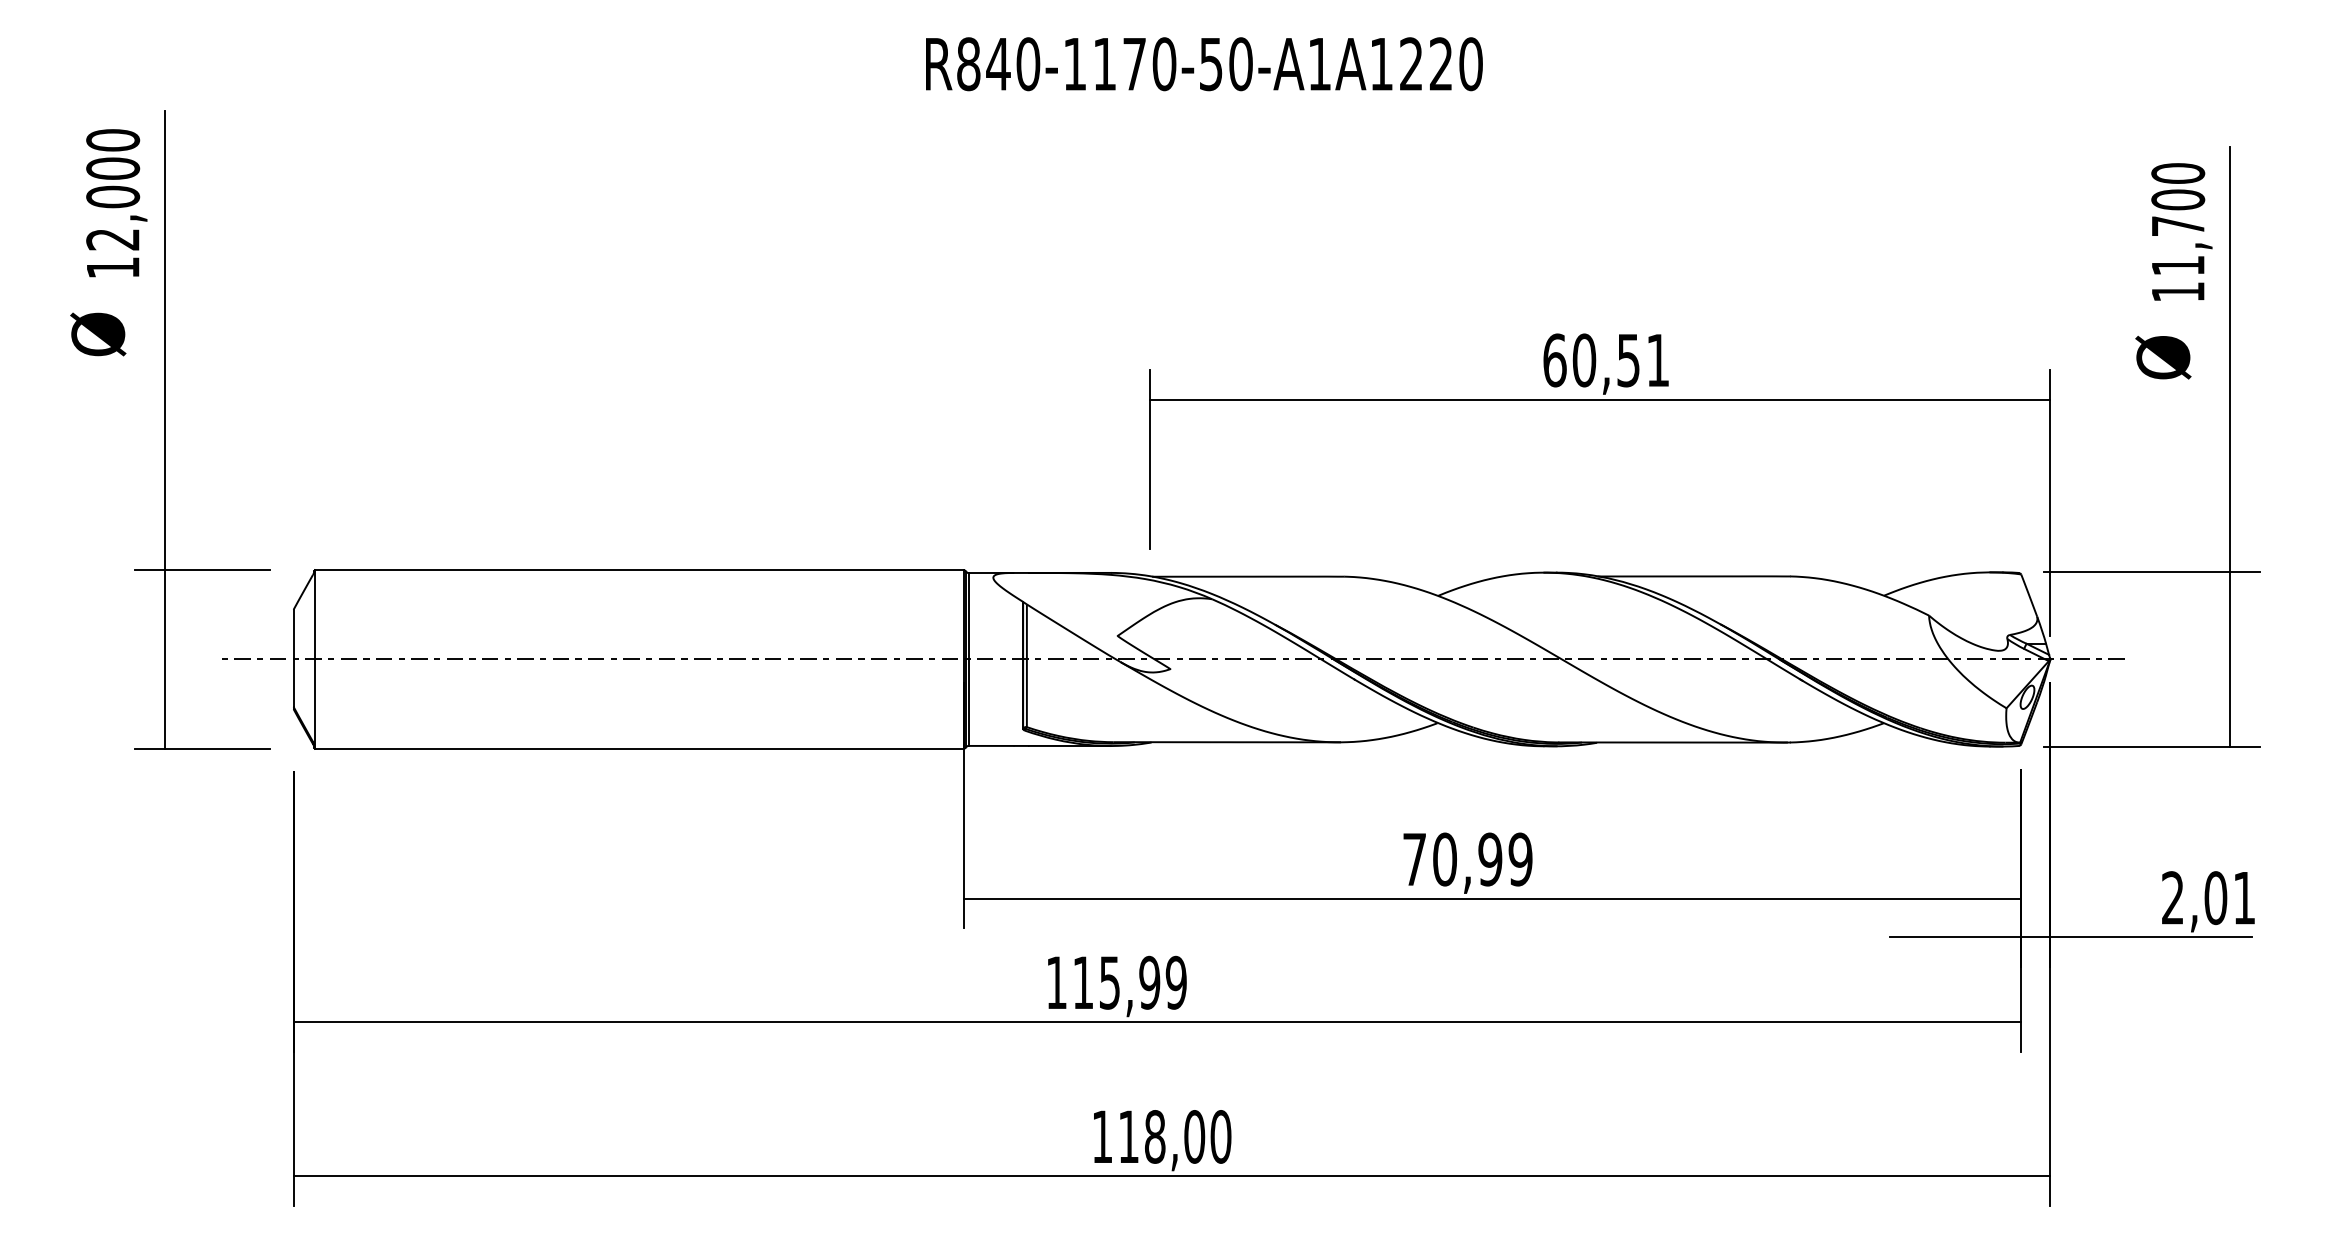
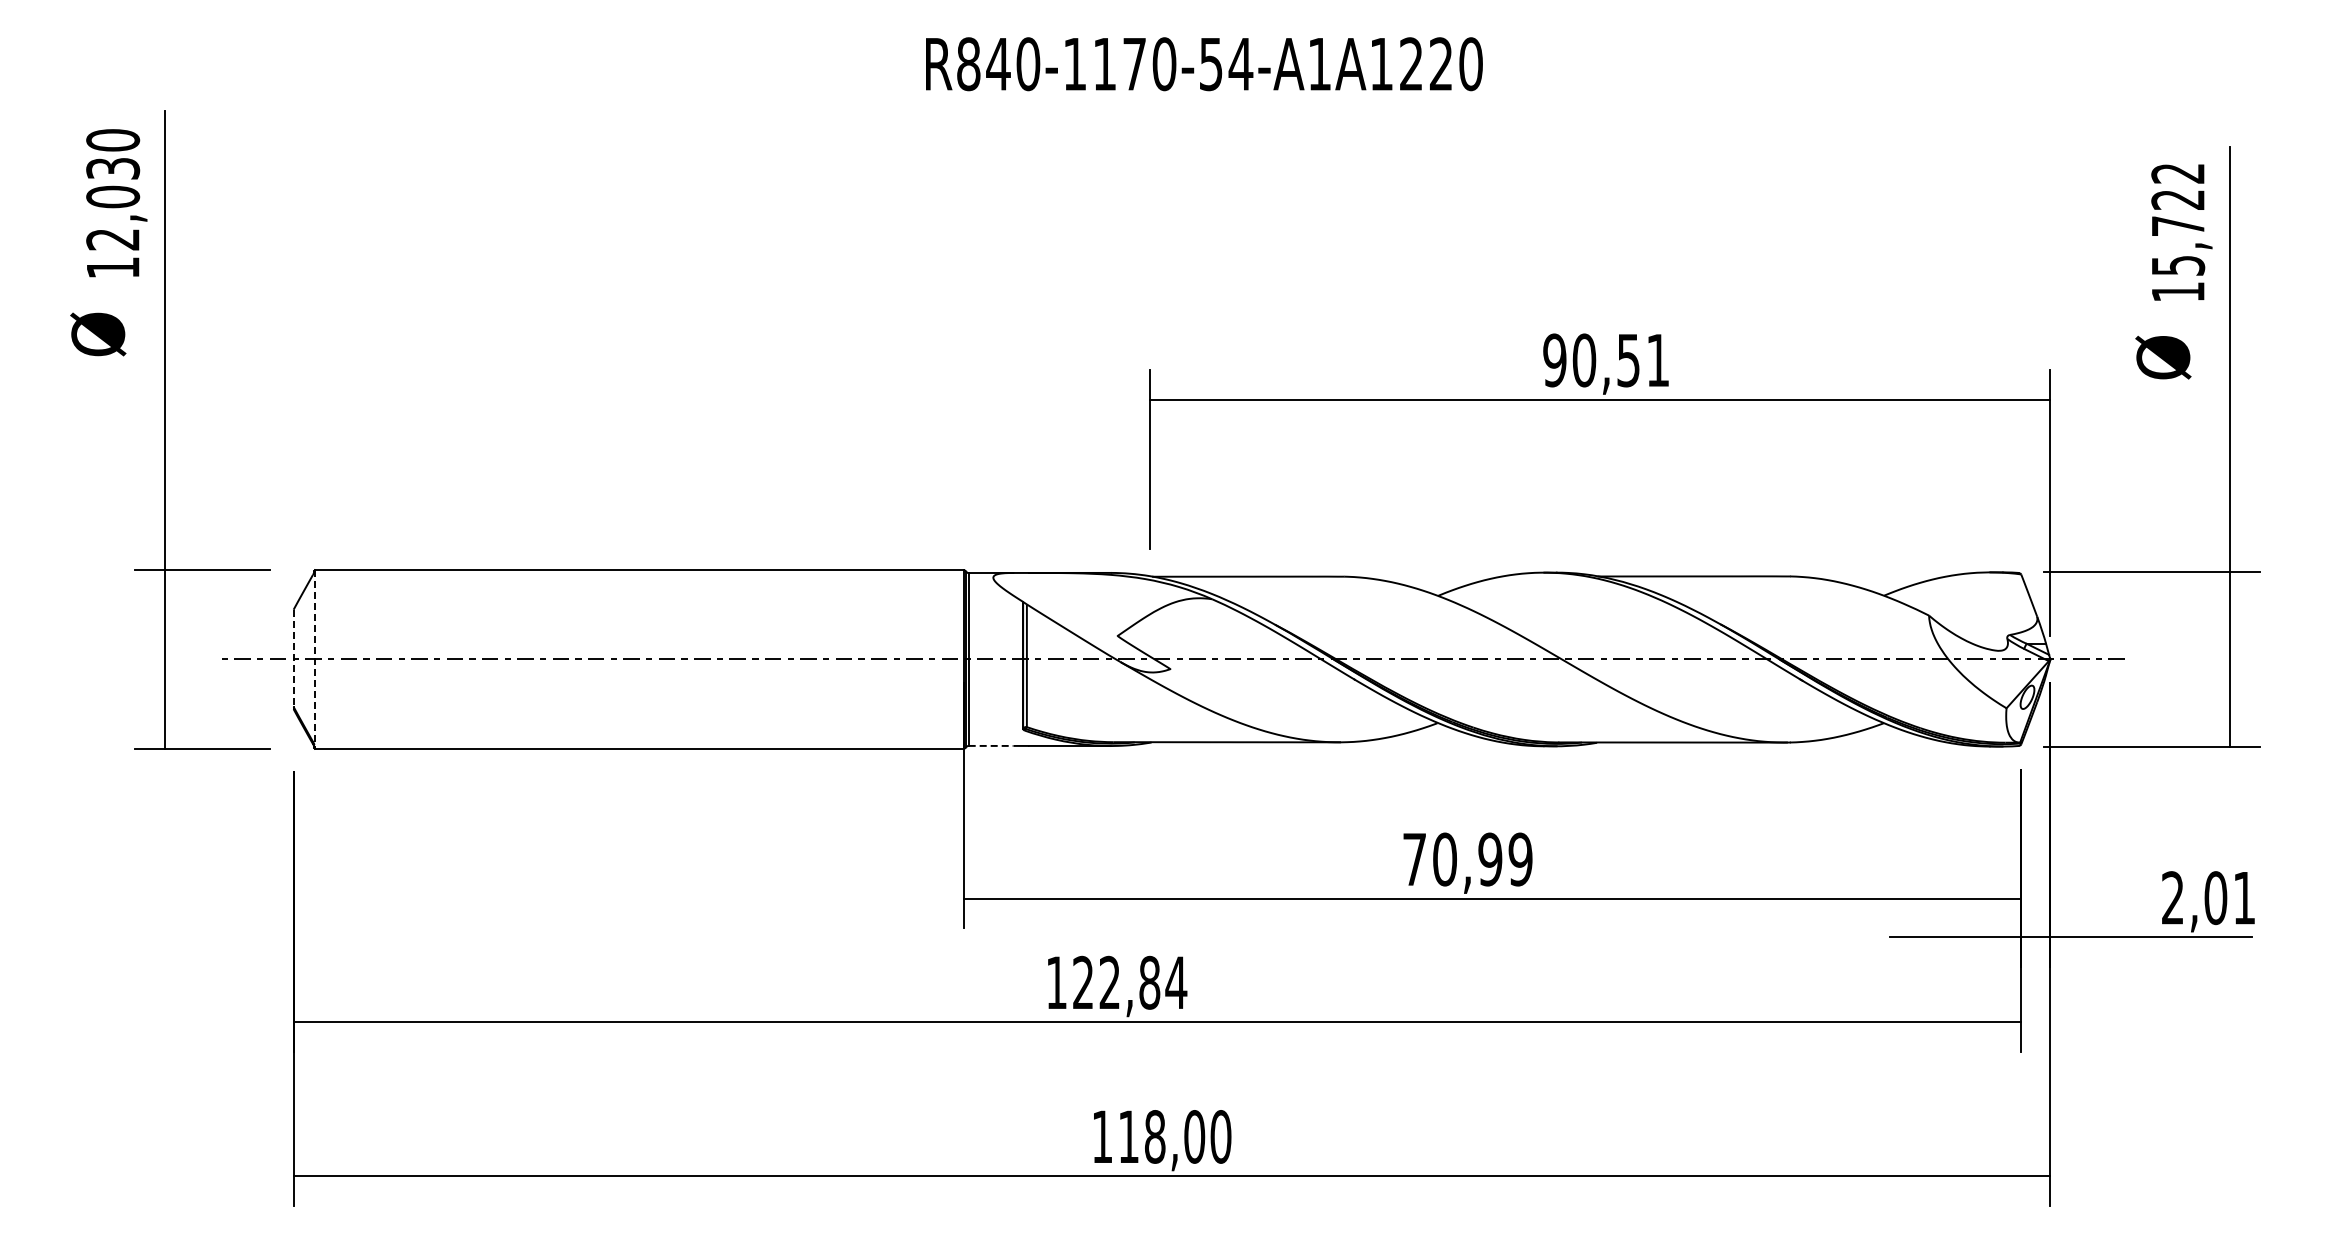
text at (1240, 64): R840-1170-50-A1A1220 -> R840-1170-54-A1A1220
text at (113, 168): 12,000 -> 12,030
text at (2178, 219): 11,700 -> 15,722
text at (1554, 360): 60,51 -> 90,51
line at (293, 658): solid -> dashed
line at (315, 659): solid -> dashed
line at (991, 745): solid -> dashed
text at (1130, 982): 115,99 -> 122,84
